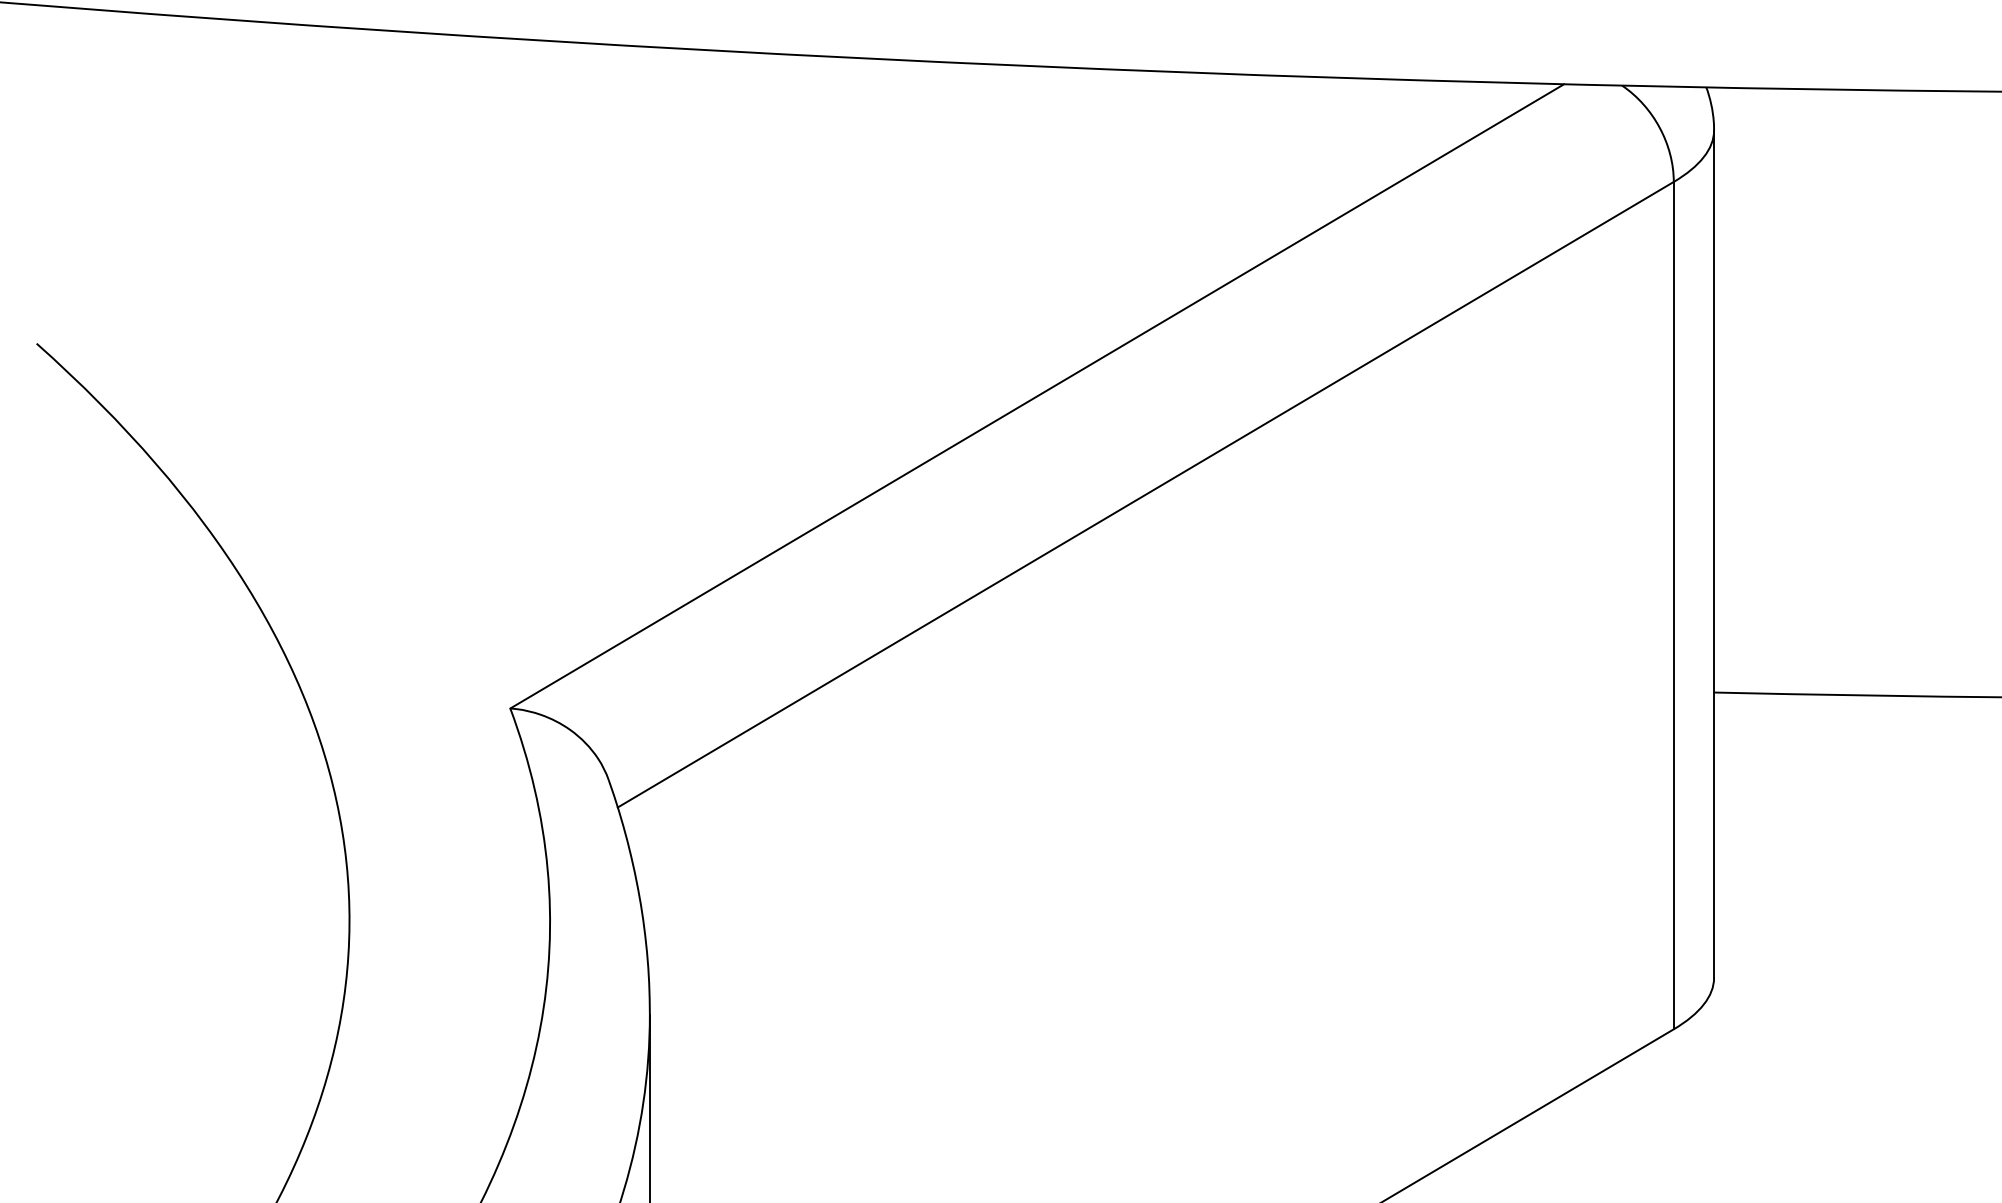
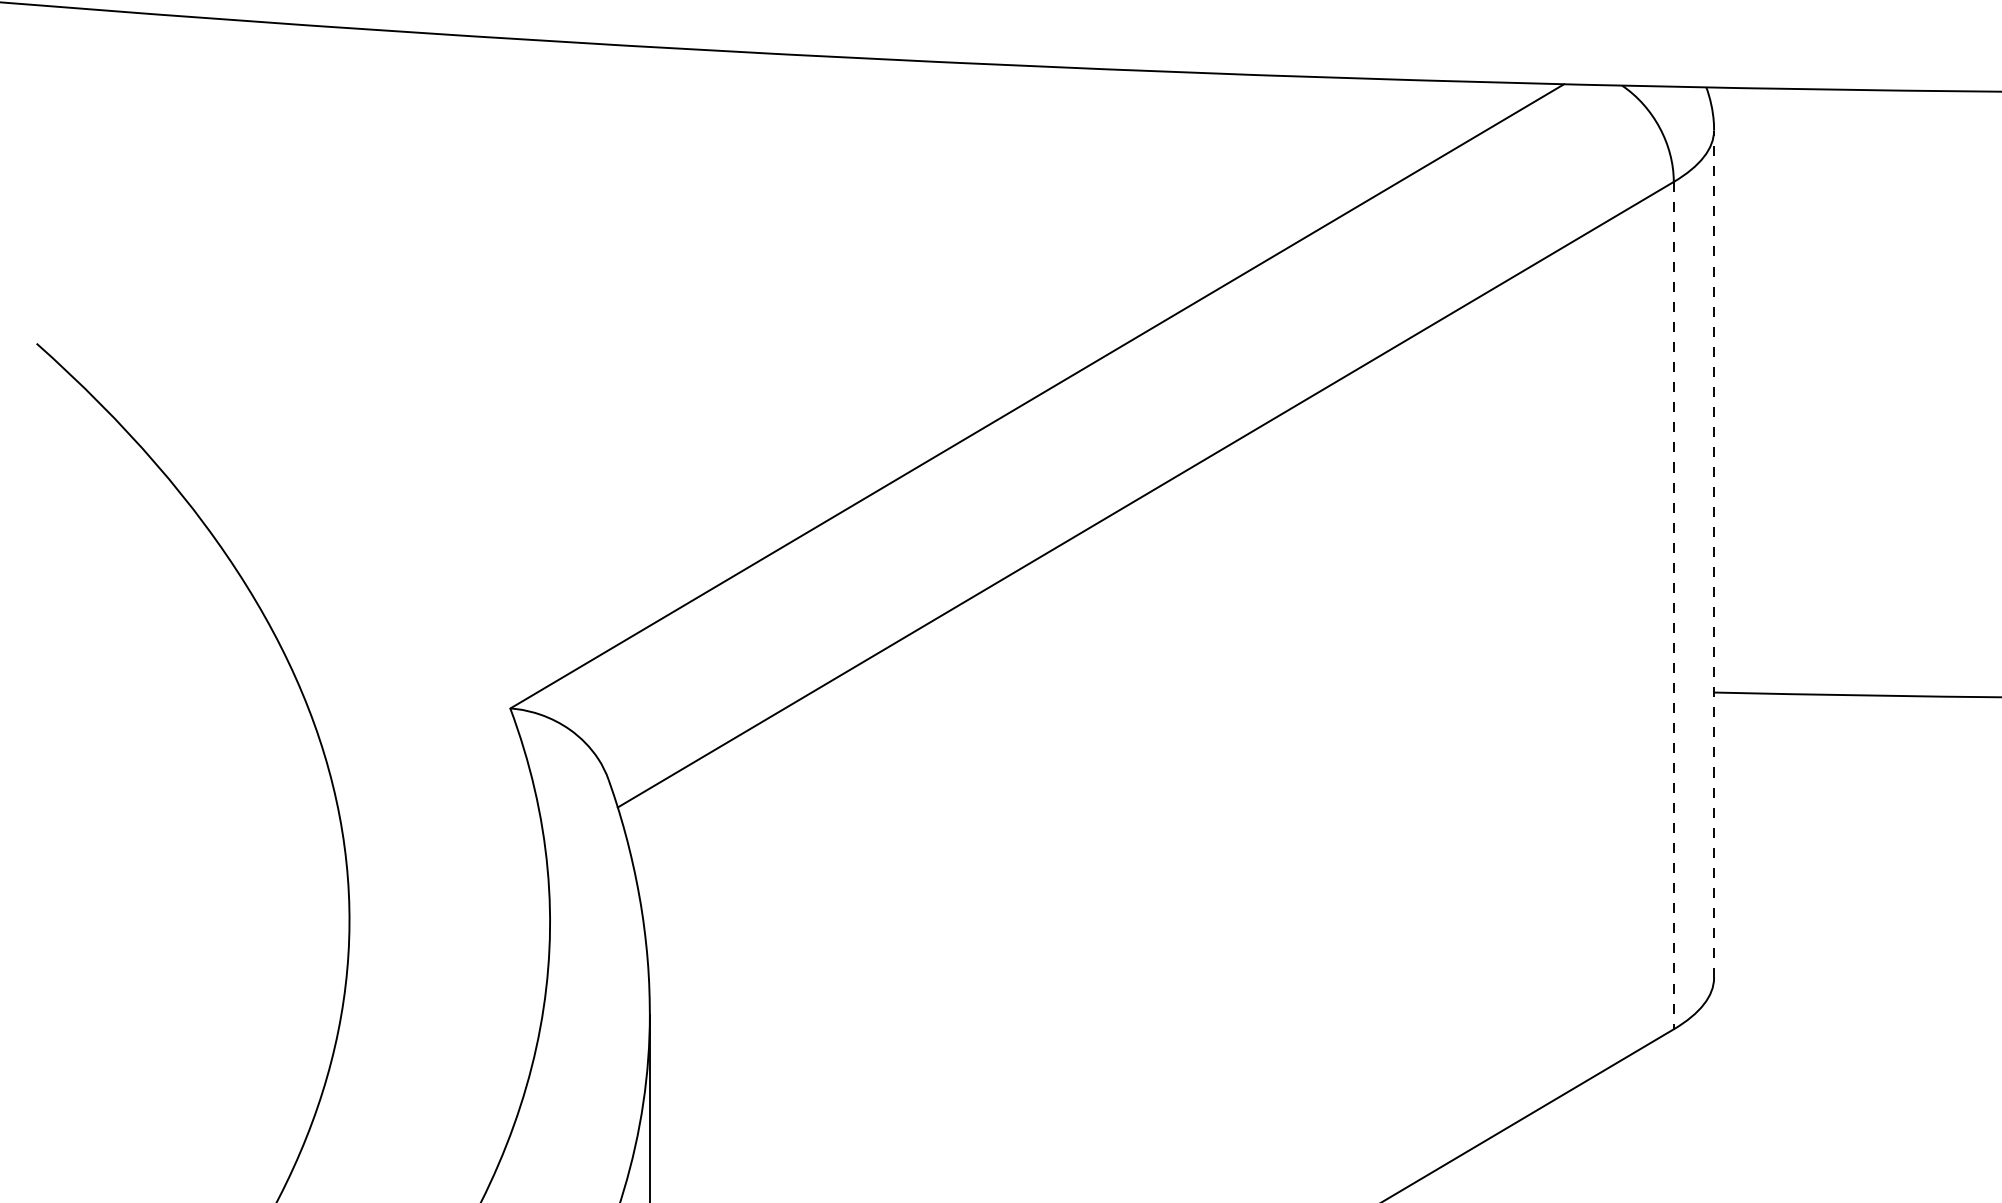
line at (1714, 554): solid -> dashed
line at (1673, 605): solid -> dashed
